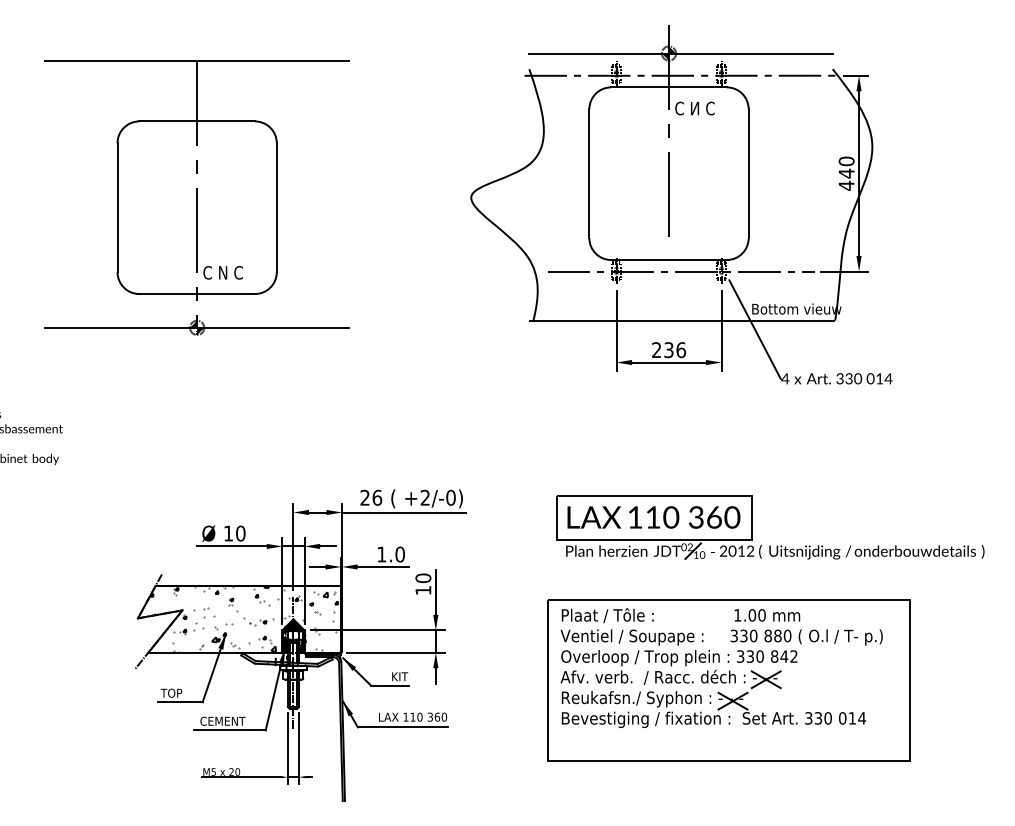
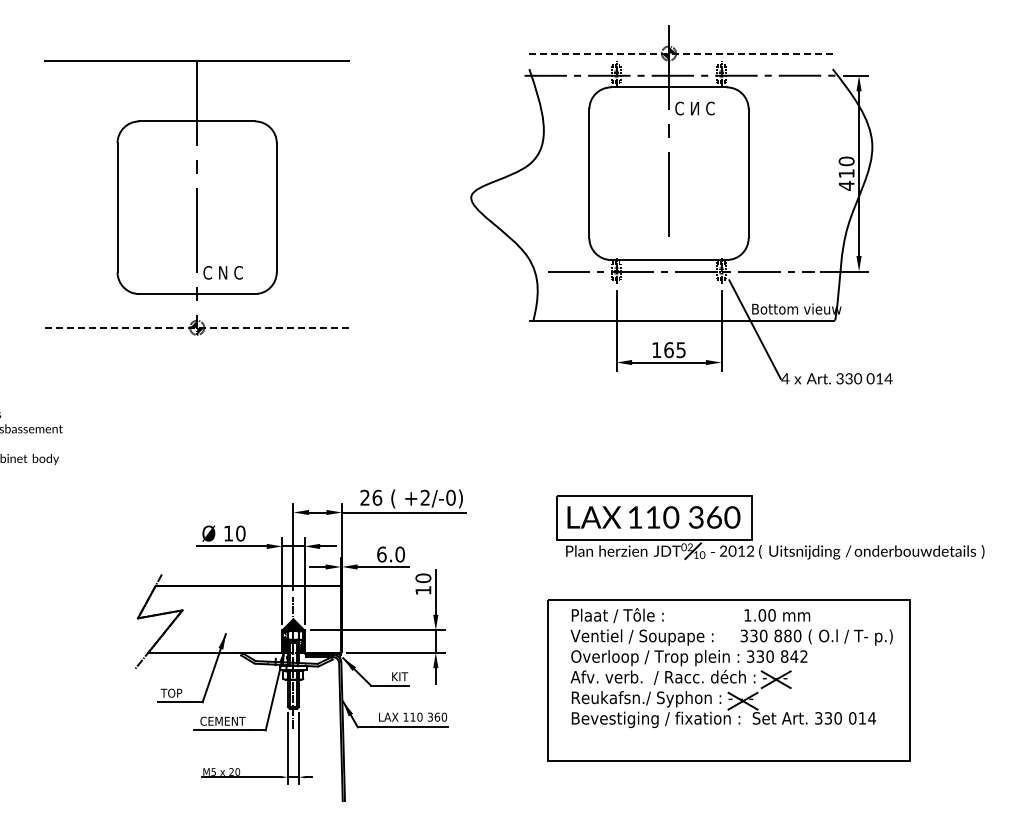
line at (681, 53): solid -> dashed
text at (846, 173): 440 -> 410
line at (197, 327): solid -> dashed
text at (669, 350): 236 -> 165
text at (381, 554): 1.0 -> 6.0
hatch at (244, 618): present -> none
part at (721, 667) position: (721, 667) -> (731, 667)
